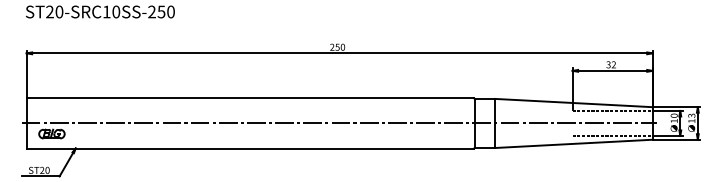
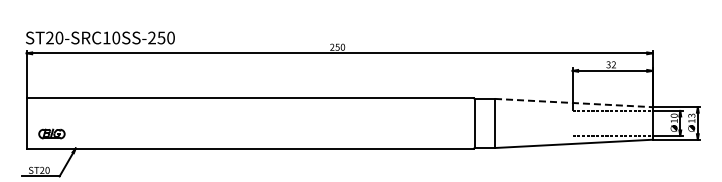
text at (100, 11) position: (100, 11) -> (100, 37)
line at (573, 103): solid -> dashed
line at (339, 123): present -> none
